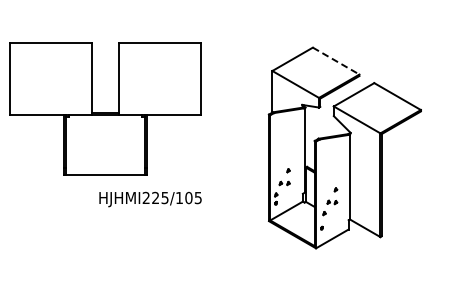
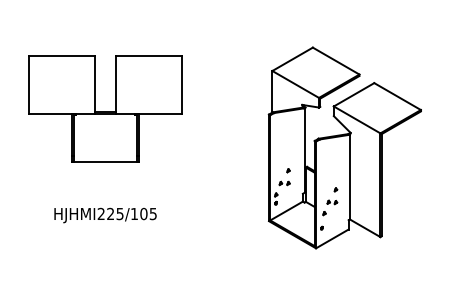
line at (336, 61): dashed -> solid
part at (105, 108) size: 193x134 px -> 155x108 px
text at (150, 199) position: (150, 199) -> (105, 215)
